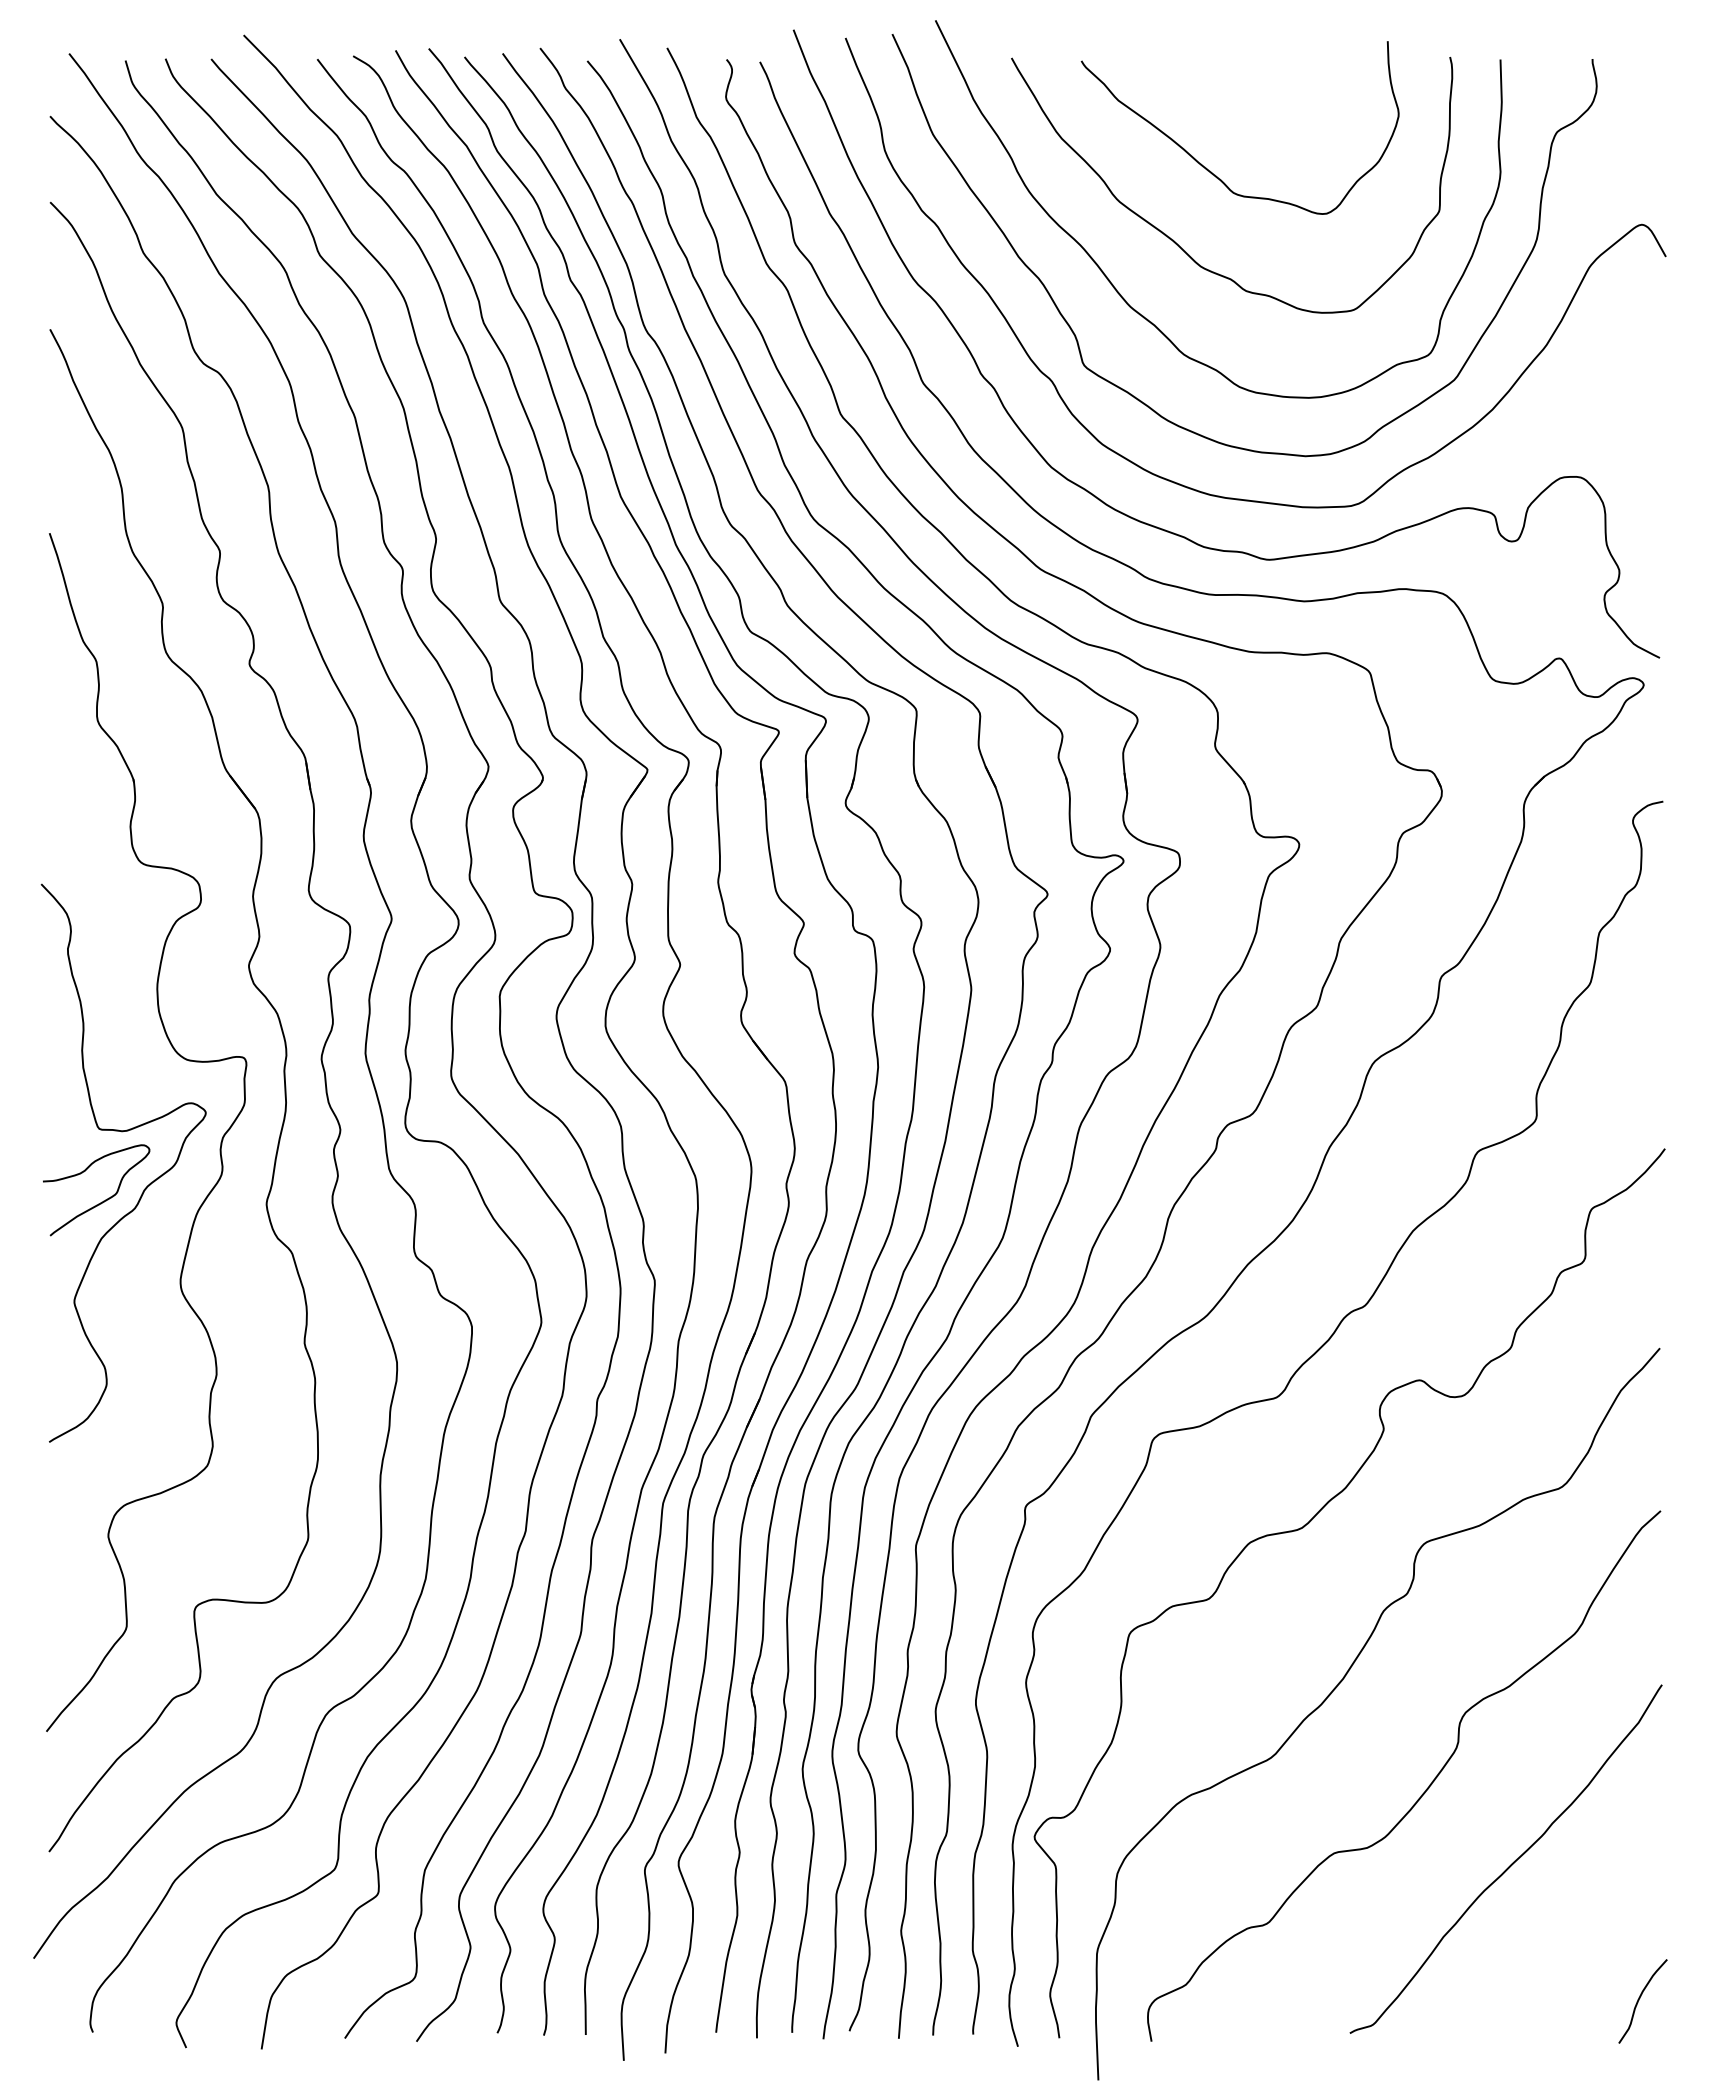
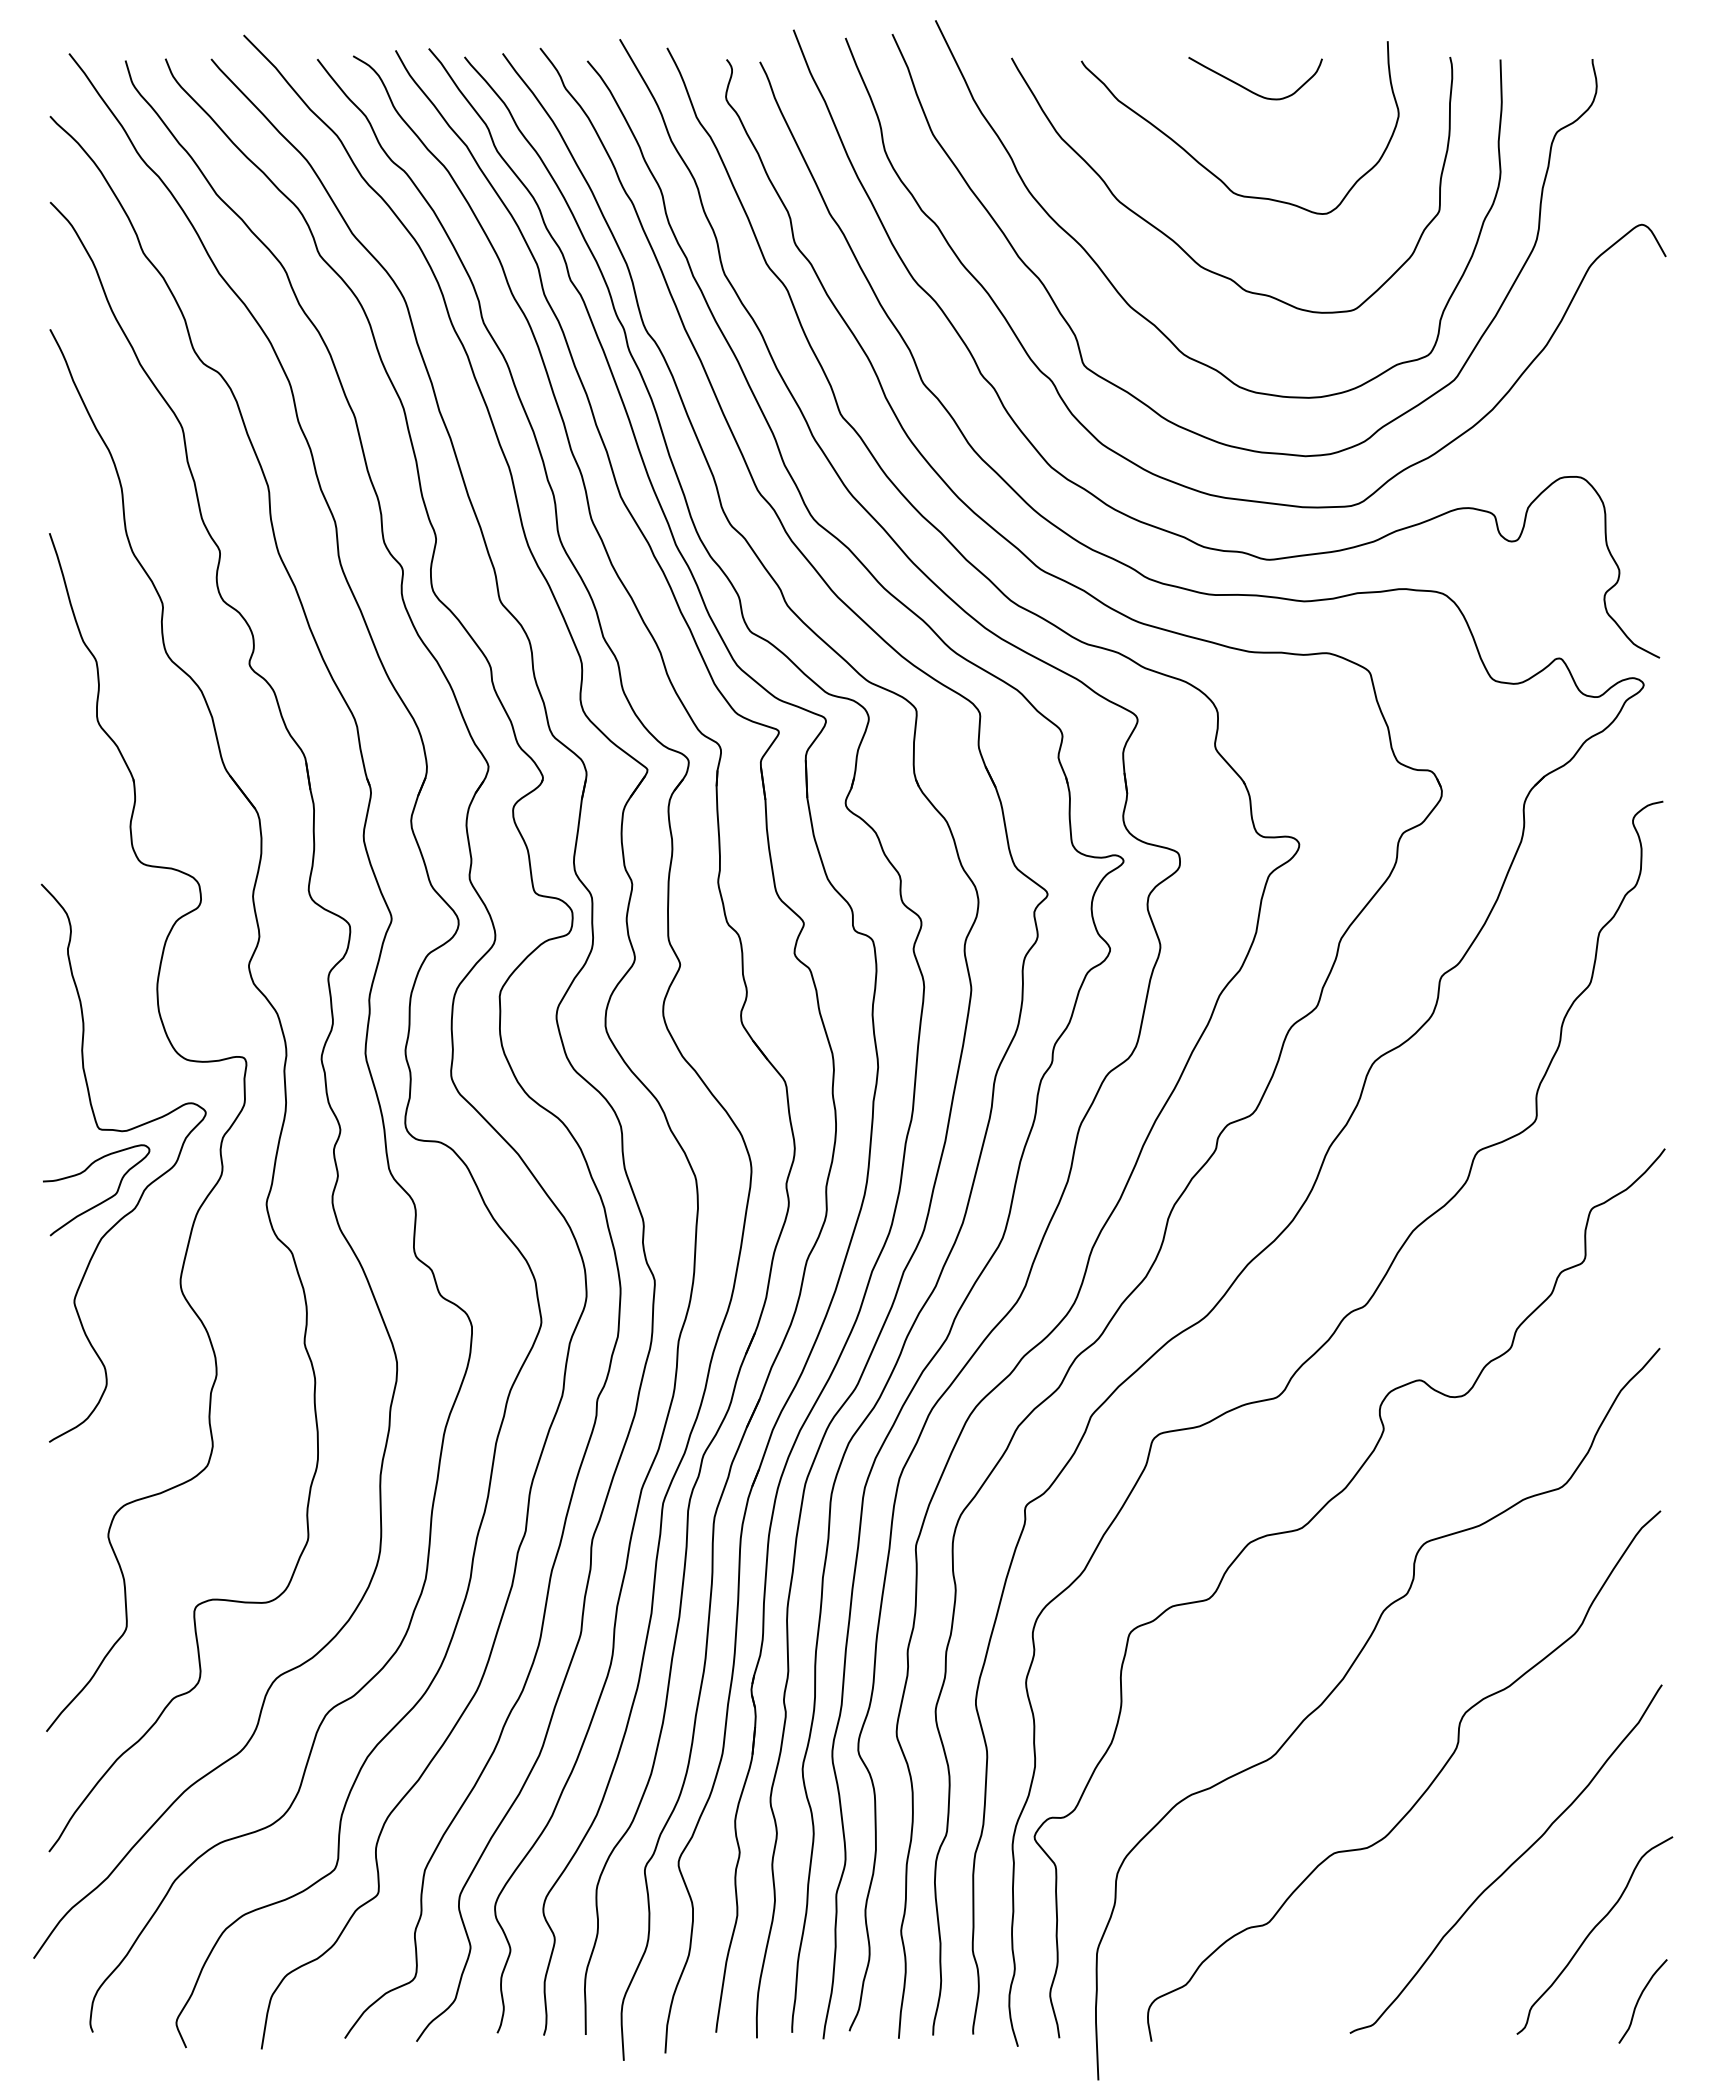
curve at (1249, 89): none -> present
curve at (1590, 1934): none -> present
